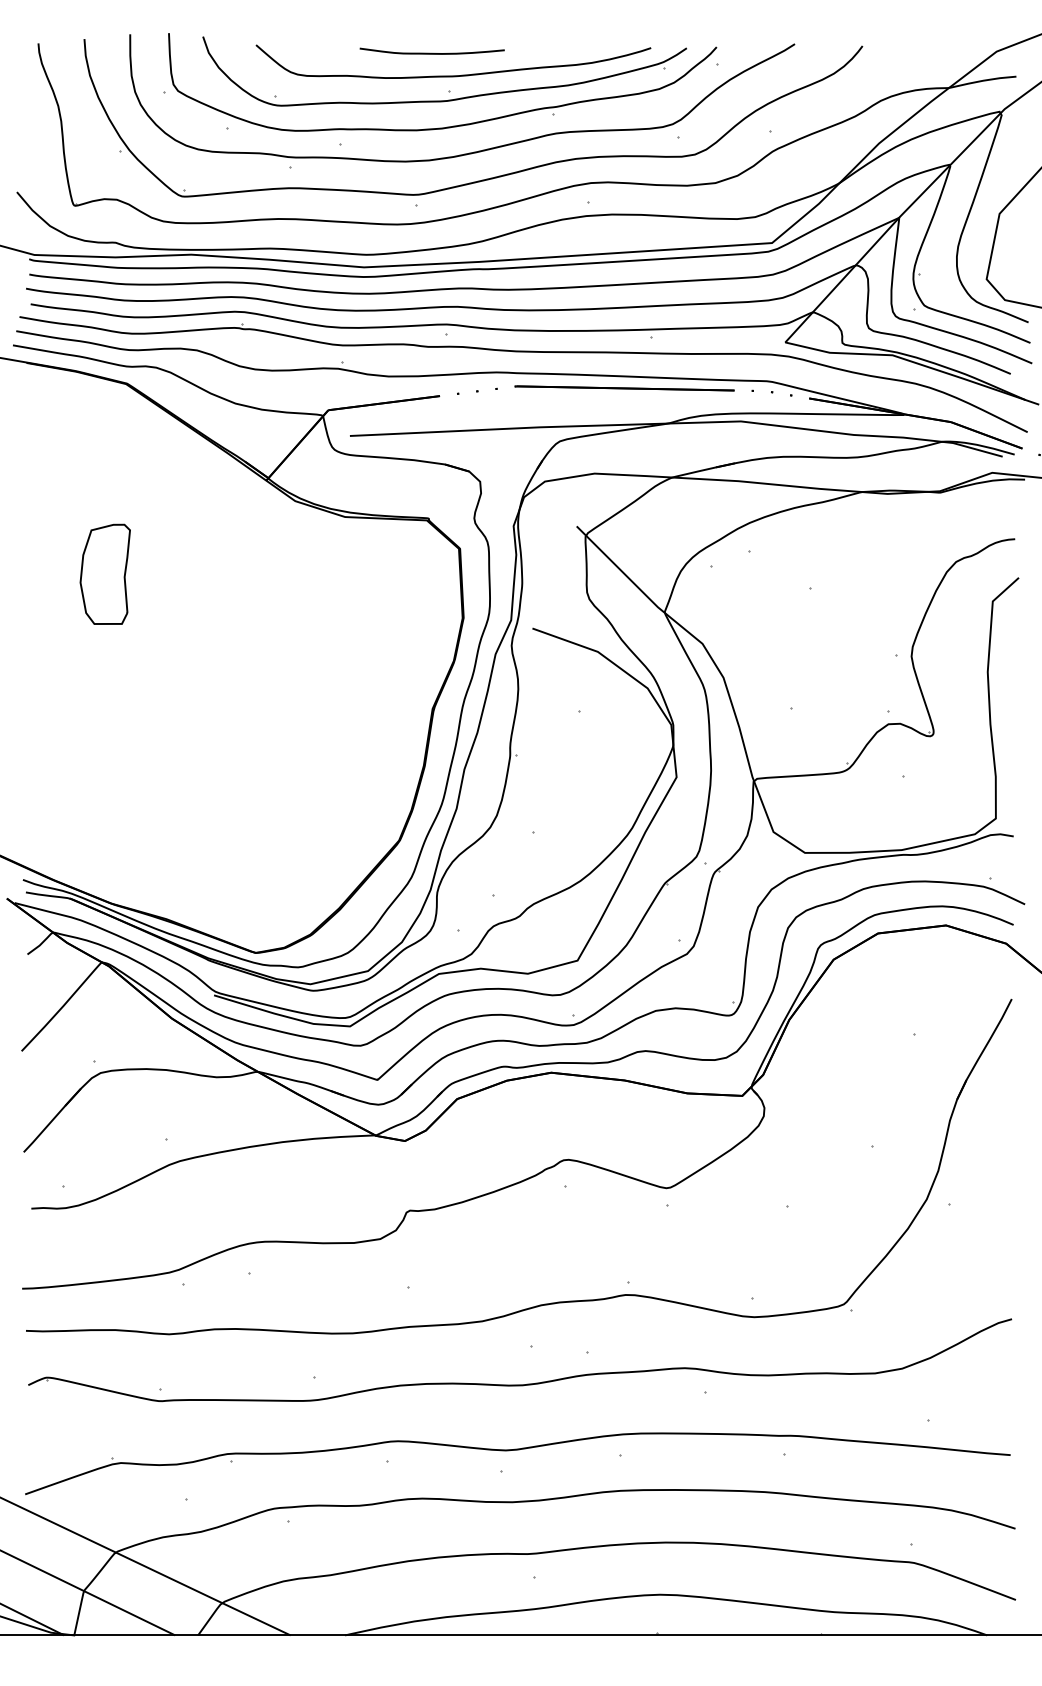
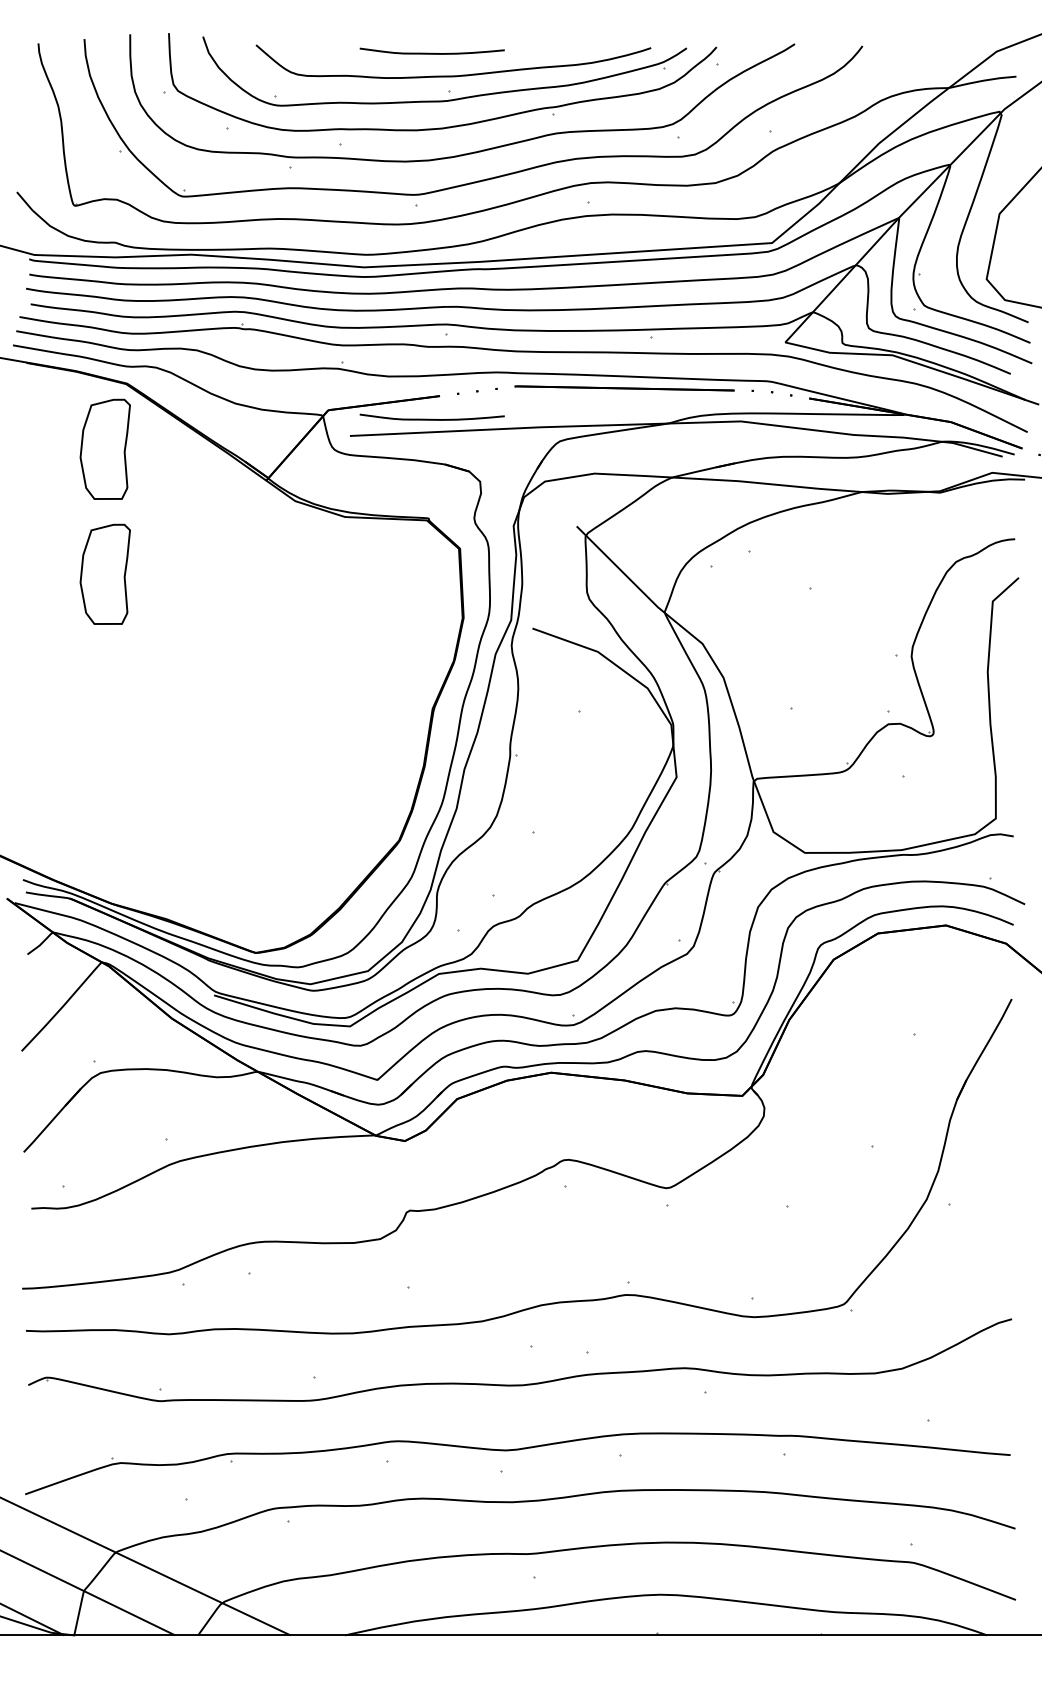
curve at (431, 418): none -> present
part at (104, 448): none -> present
